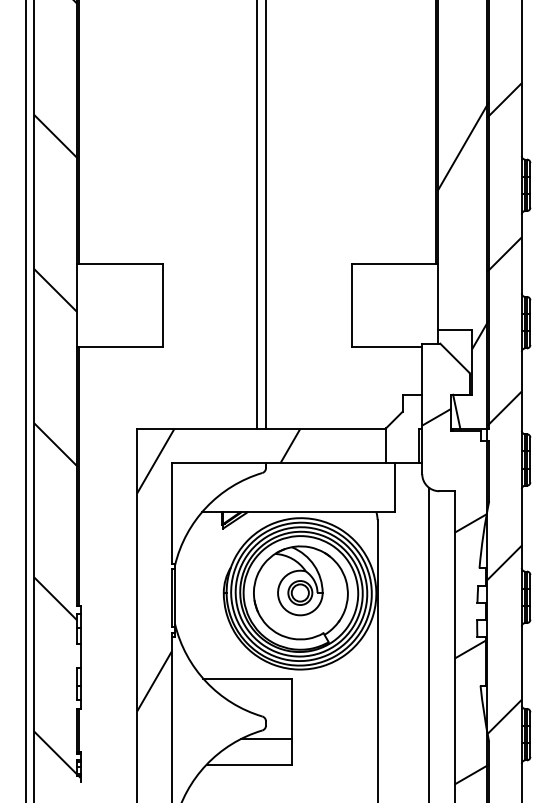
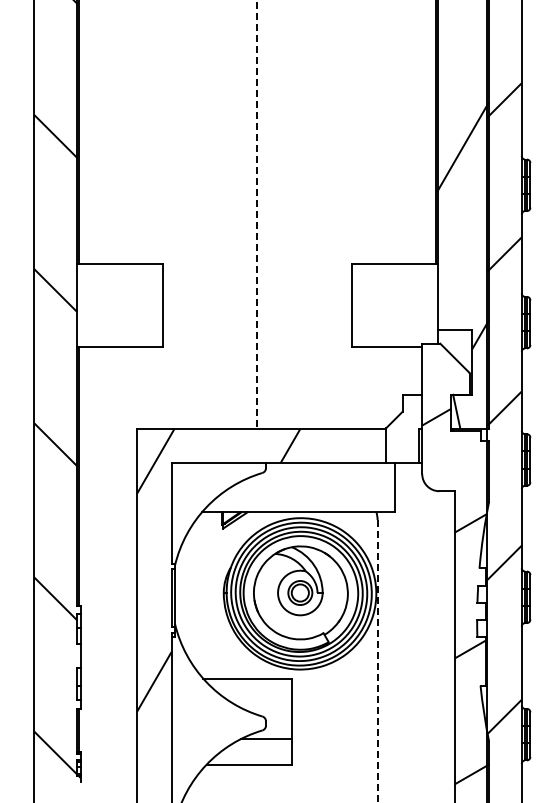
line at (257, 215): solid -> dashed
line at (266, 215): present -> none
line at (25, 400): present -> none
line at (429, 643): present -> none
line at (377, 661): solid -> dashed
